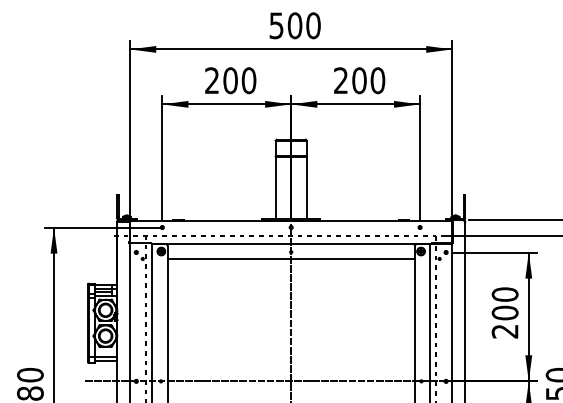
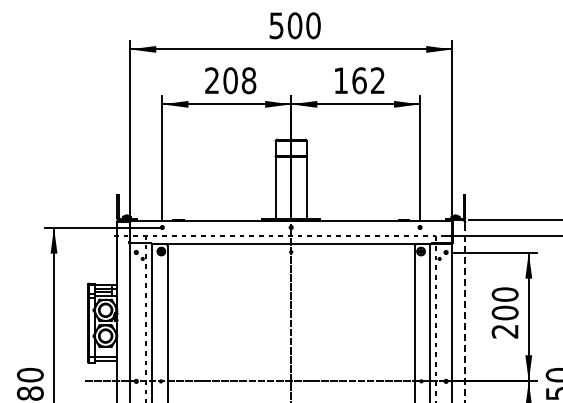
text at (248, 80): 200 -> 208
text at (359, 80): 200 -> 162
line at (290, 258): present -> none
line at (465, 312): solid -> dashed
